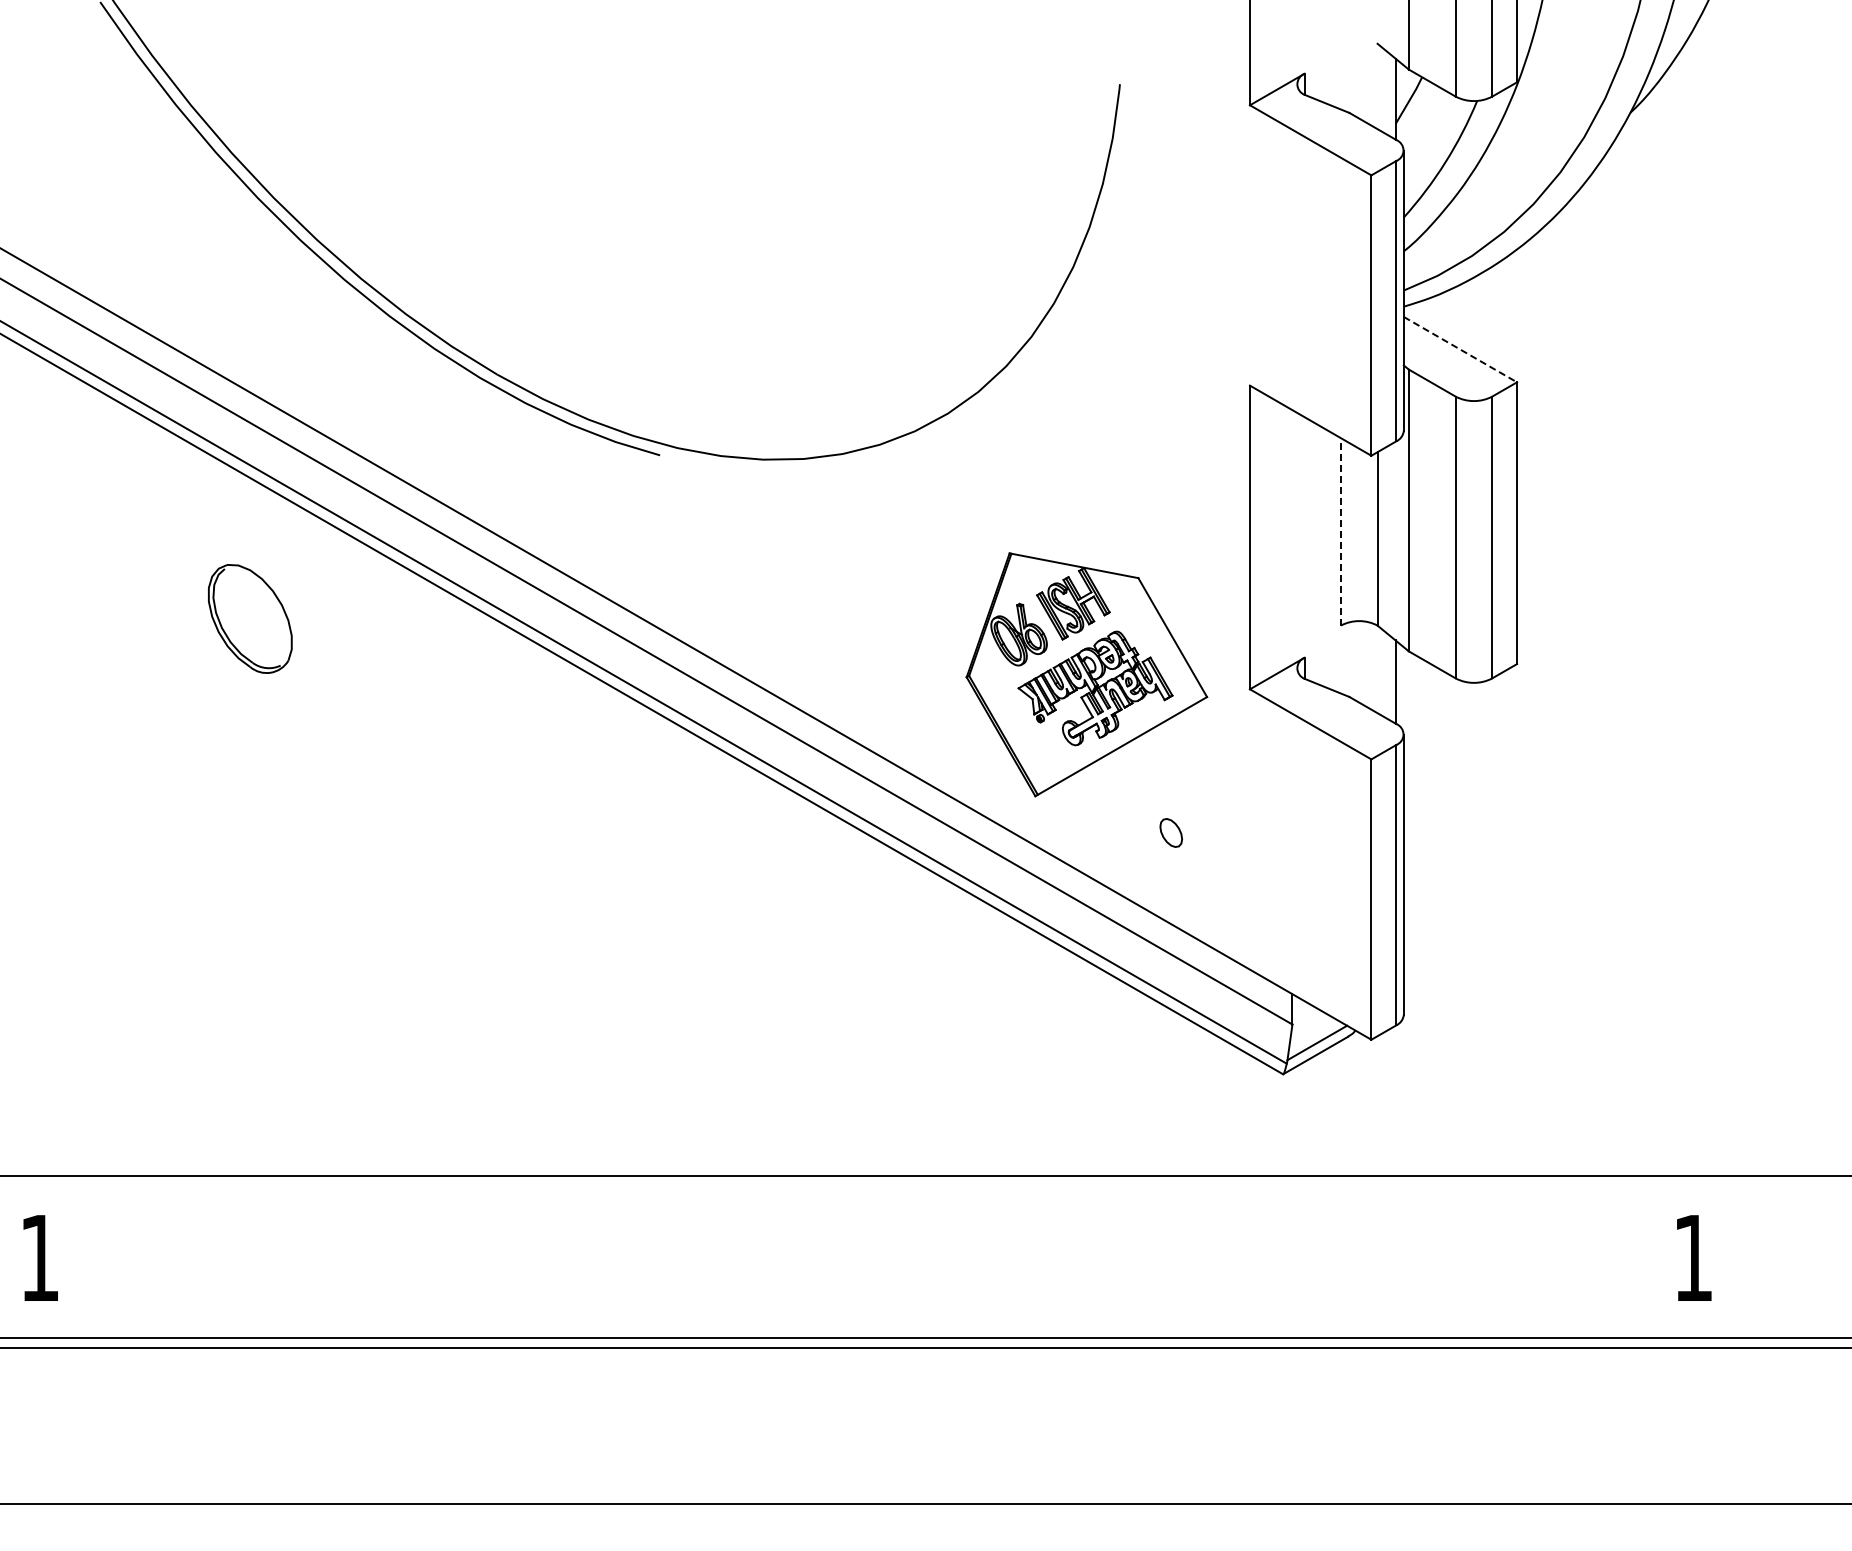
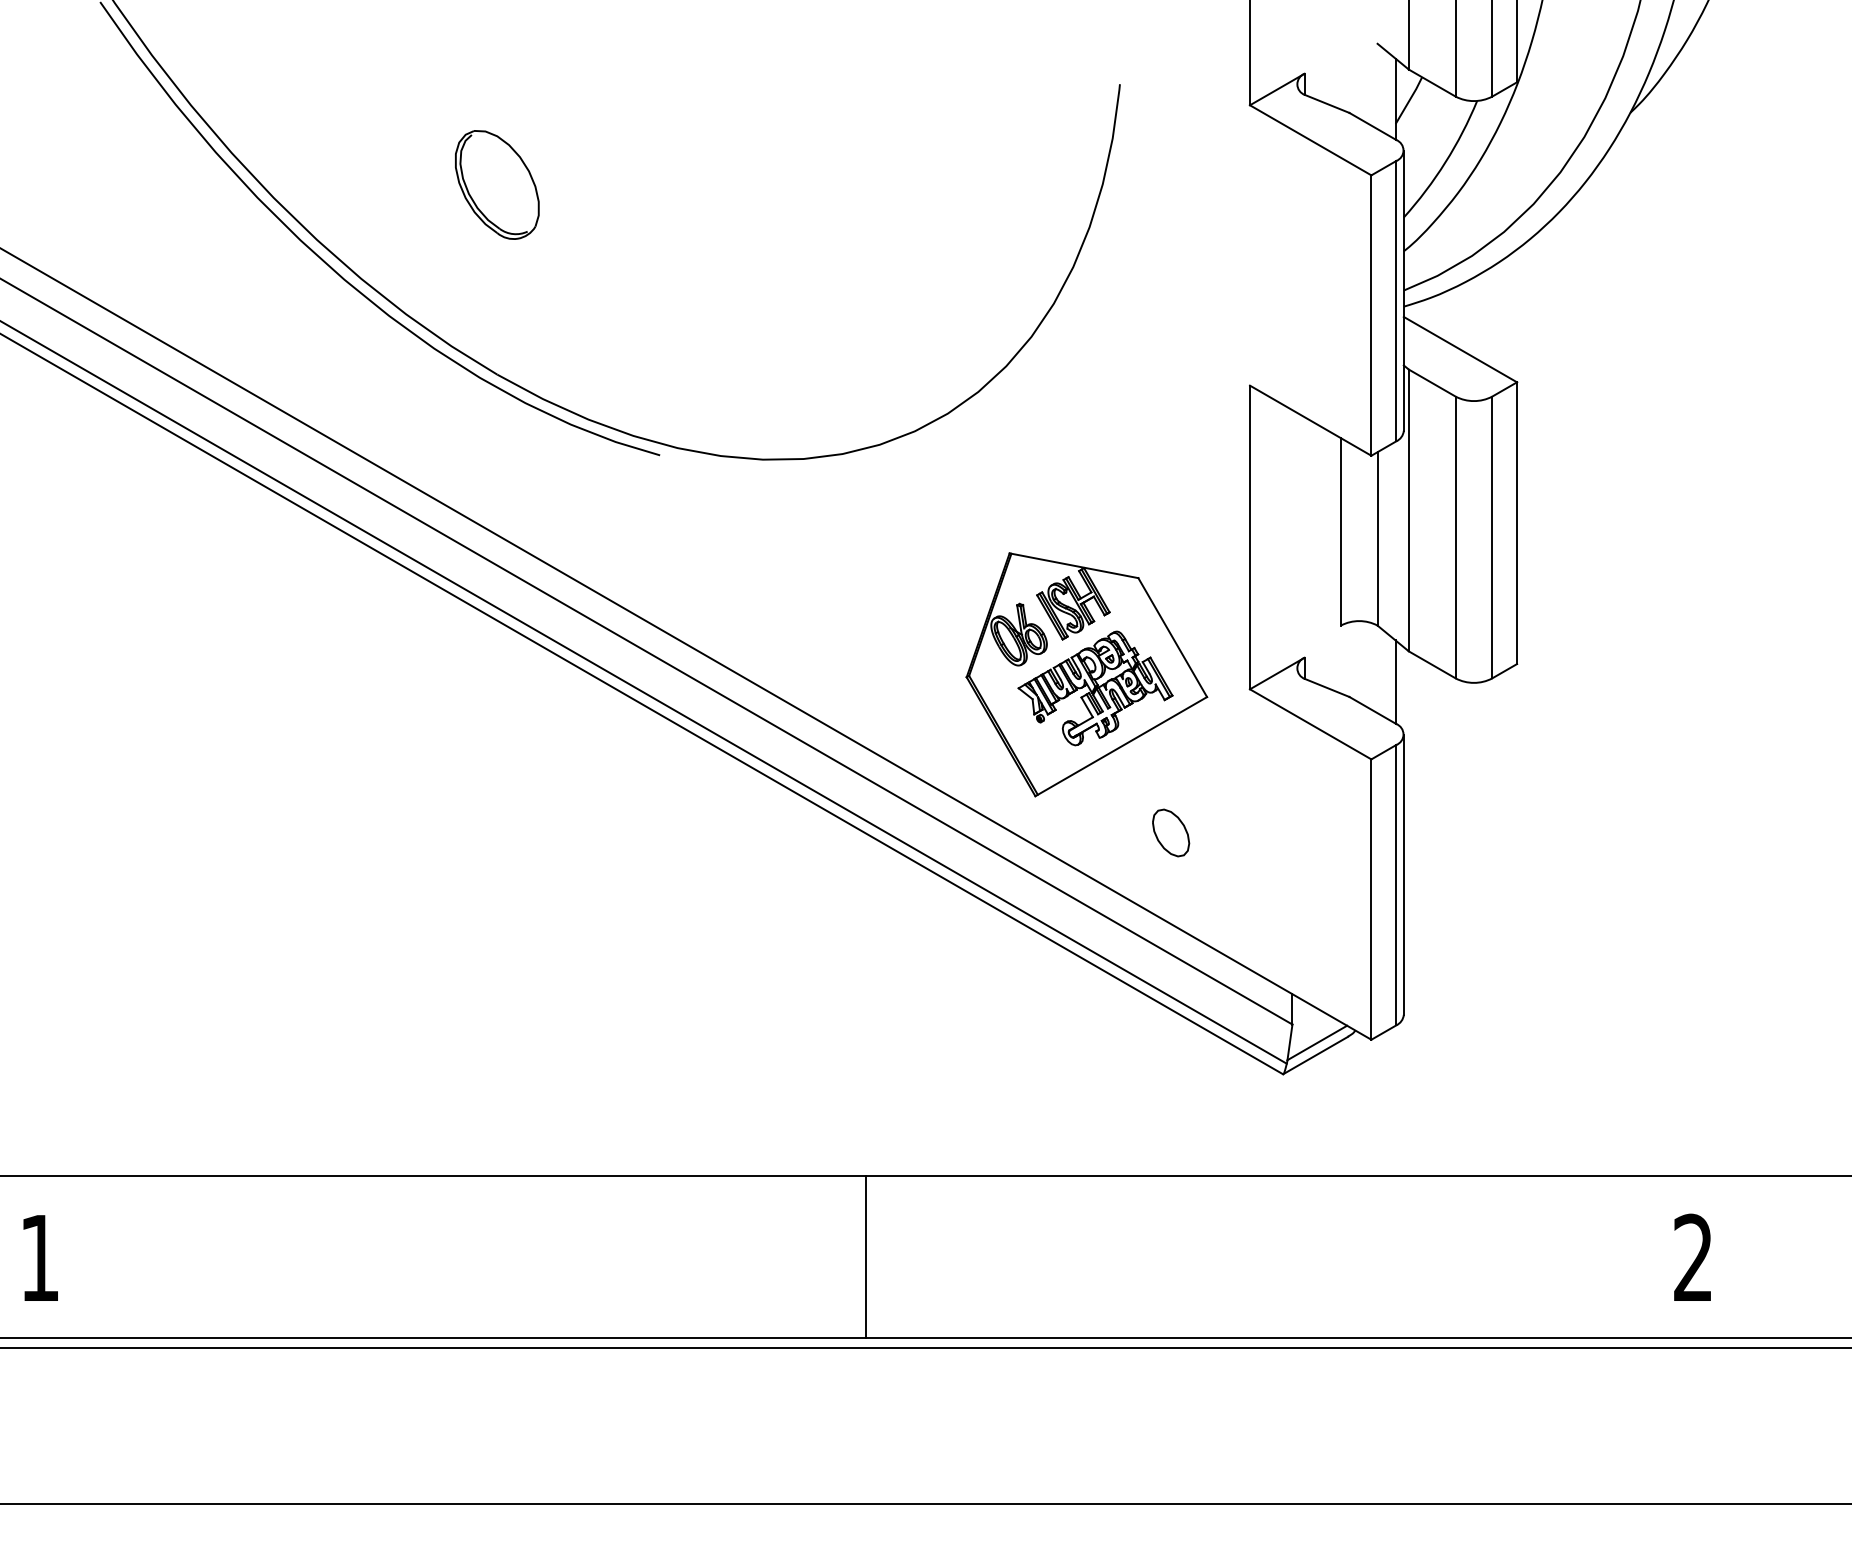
line at (1460, 349): dashed -> solid
line at (1341, 531): dashed -> solid
part at (250, 618) position: (250, 618) -> (497, 184)
part at (1170, 832) size: 24x30 px -> 39x50 px
line at (866, 1256): none -> present
text at (1692, 1256): 1 -> 2
